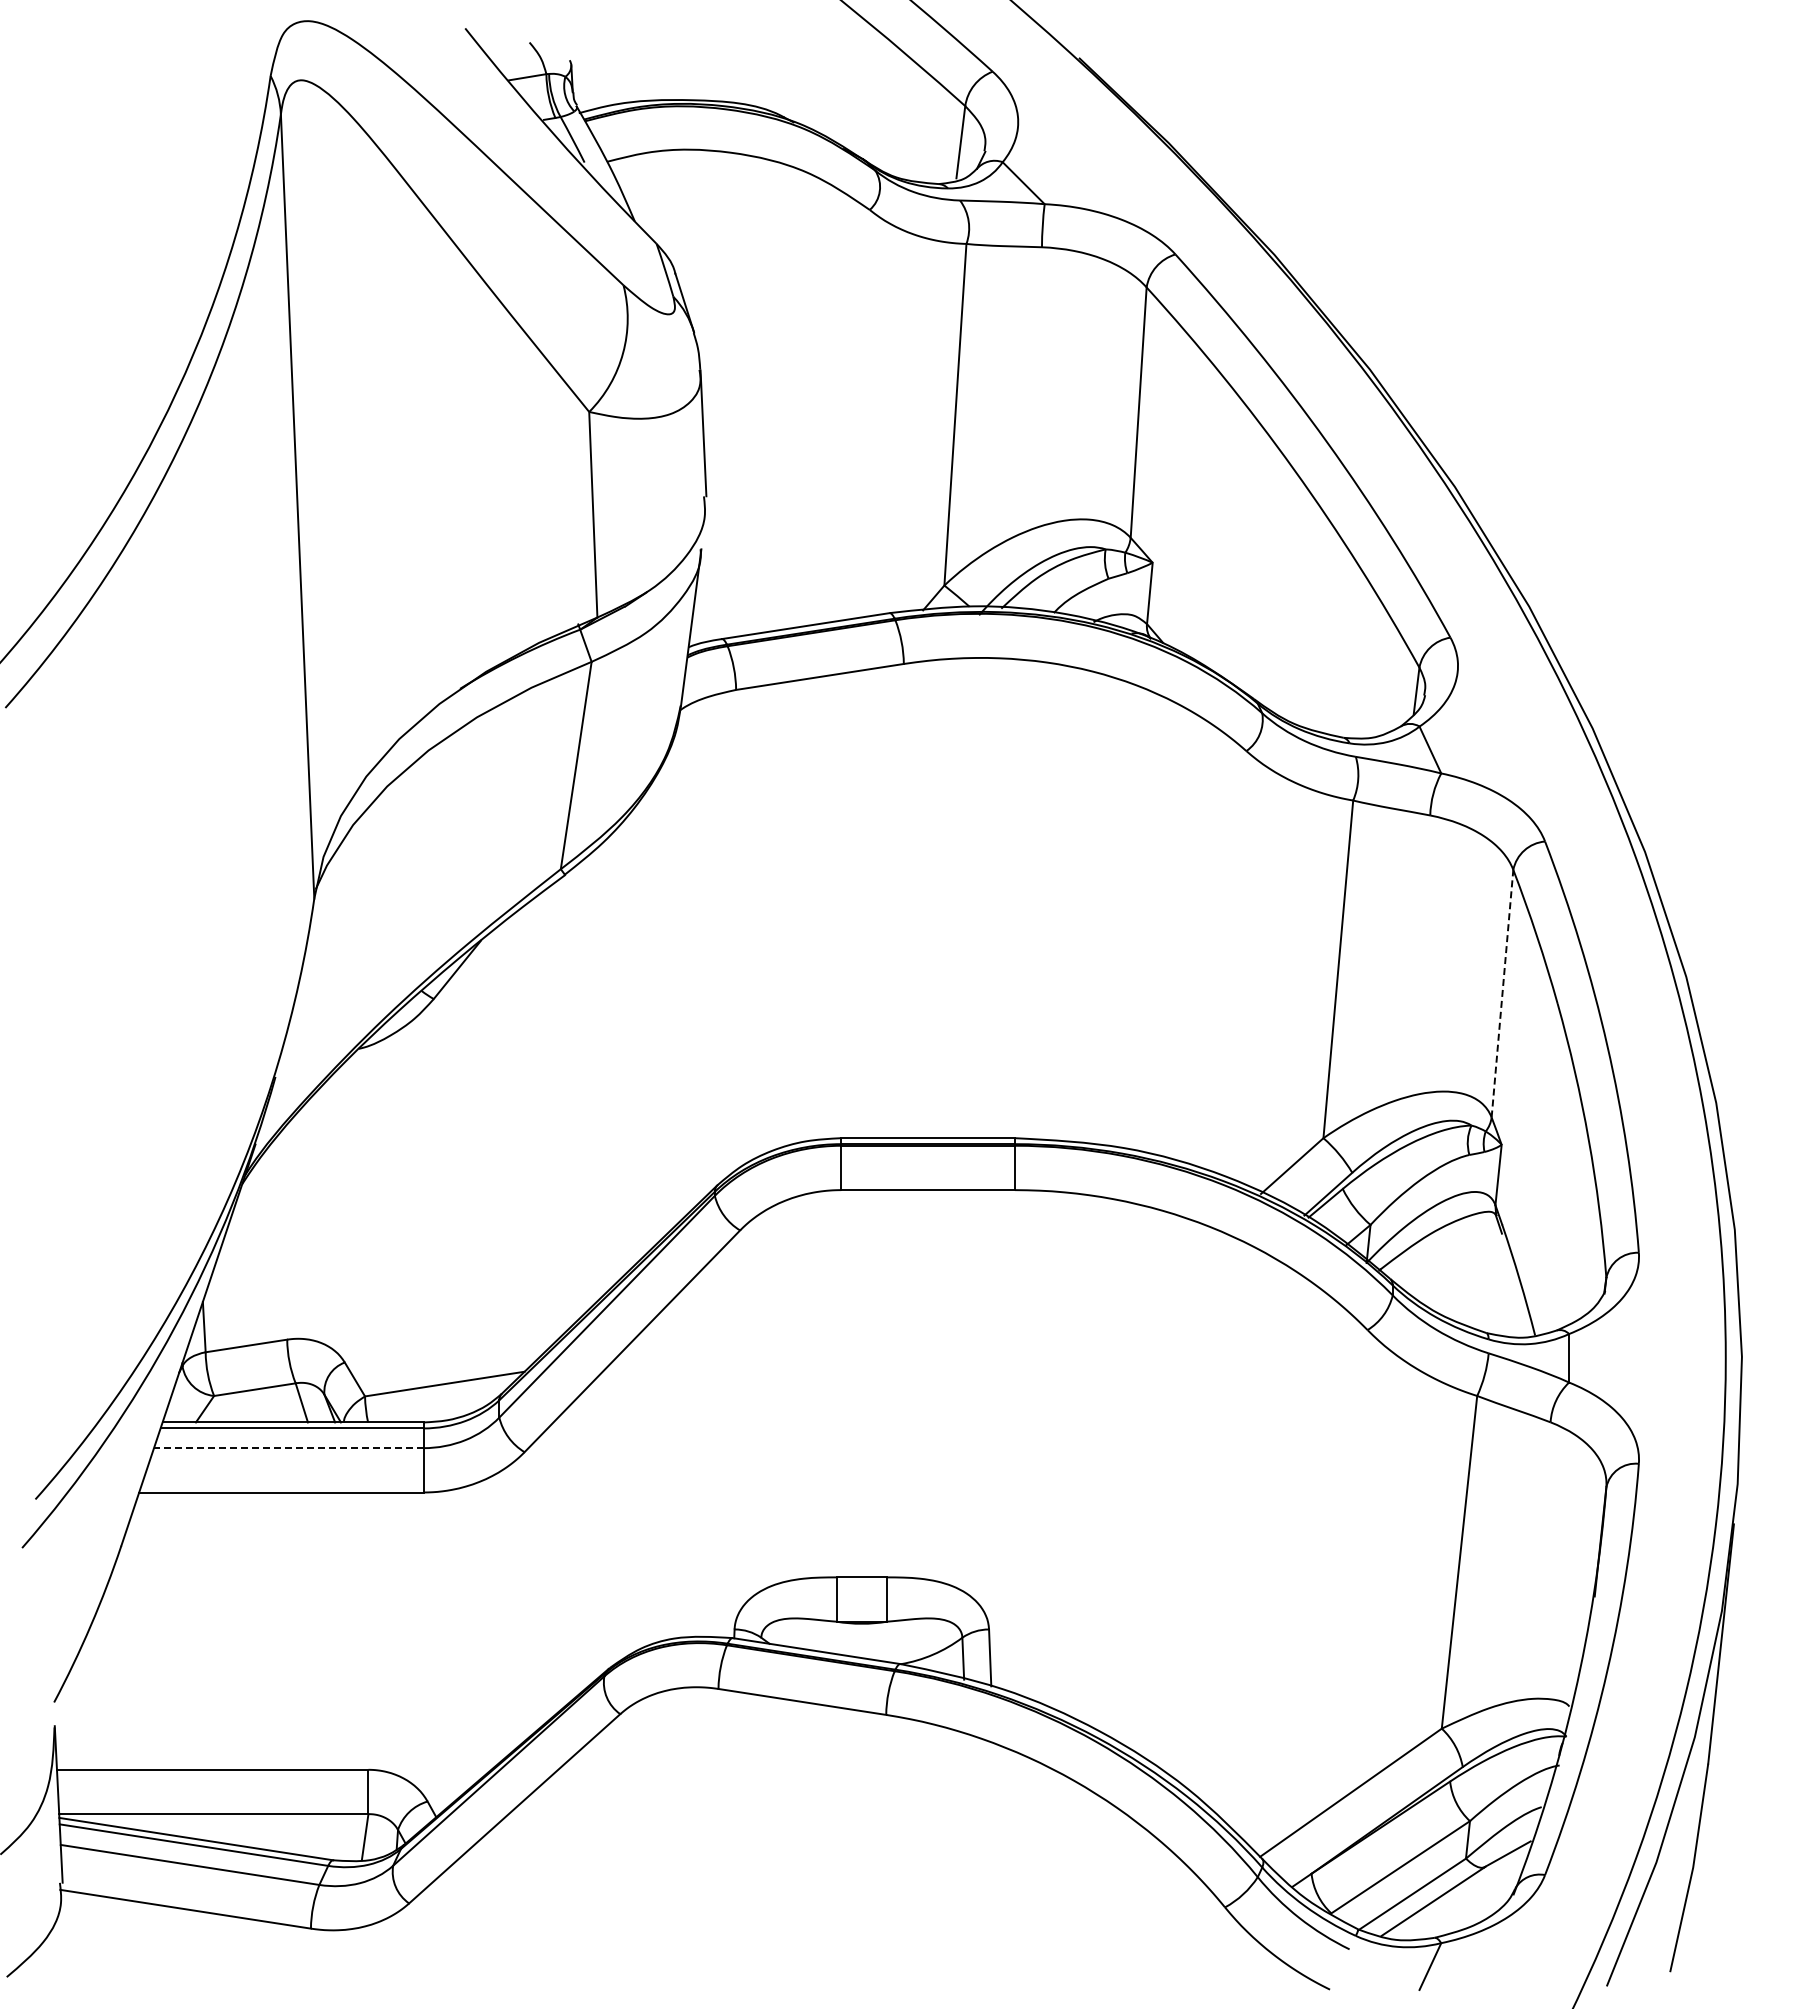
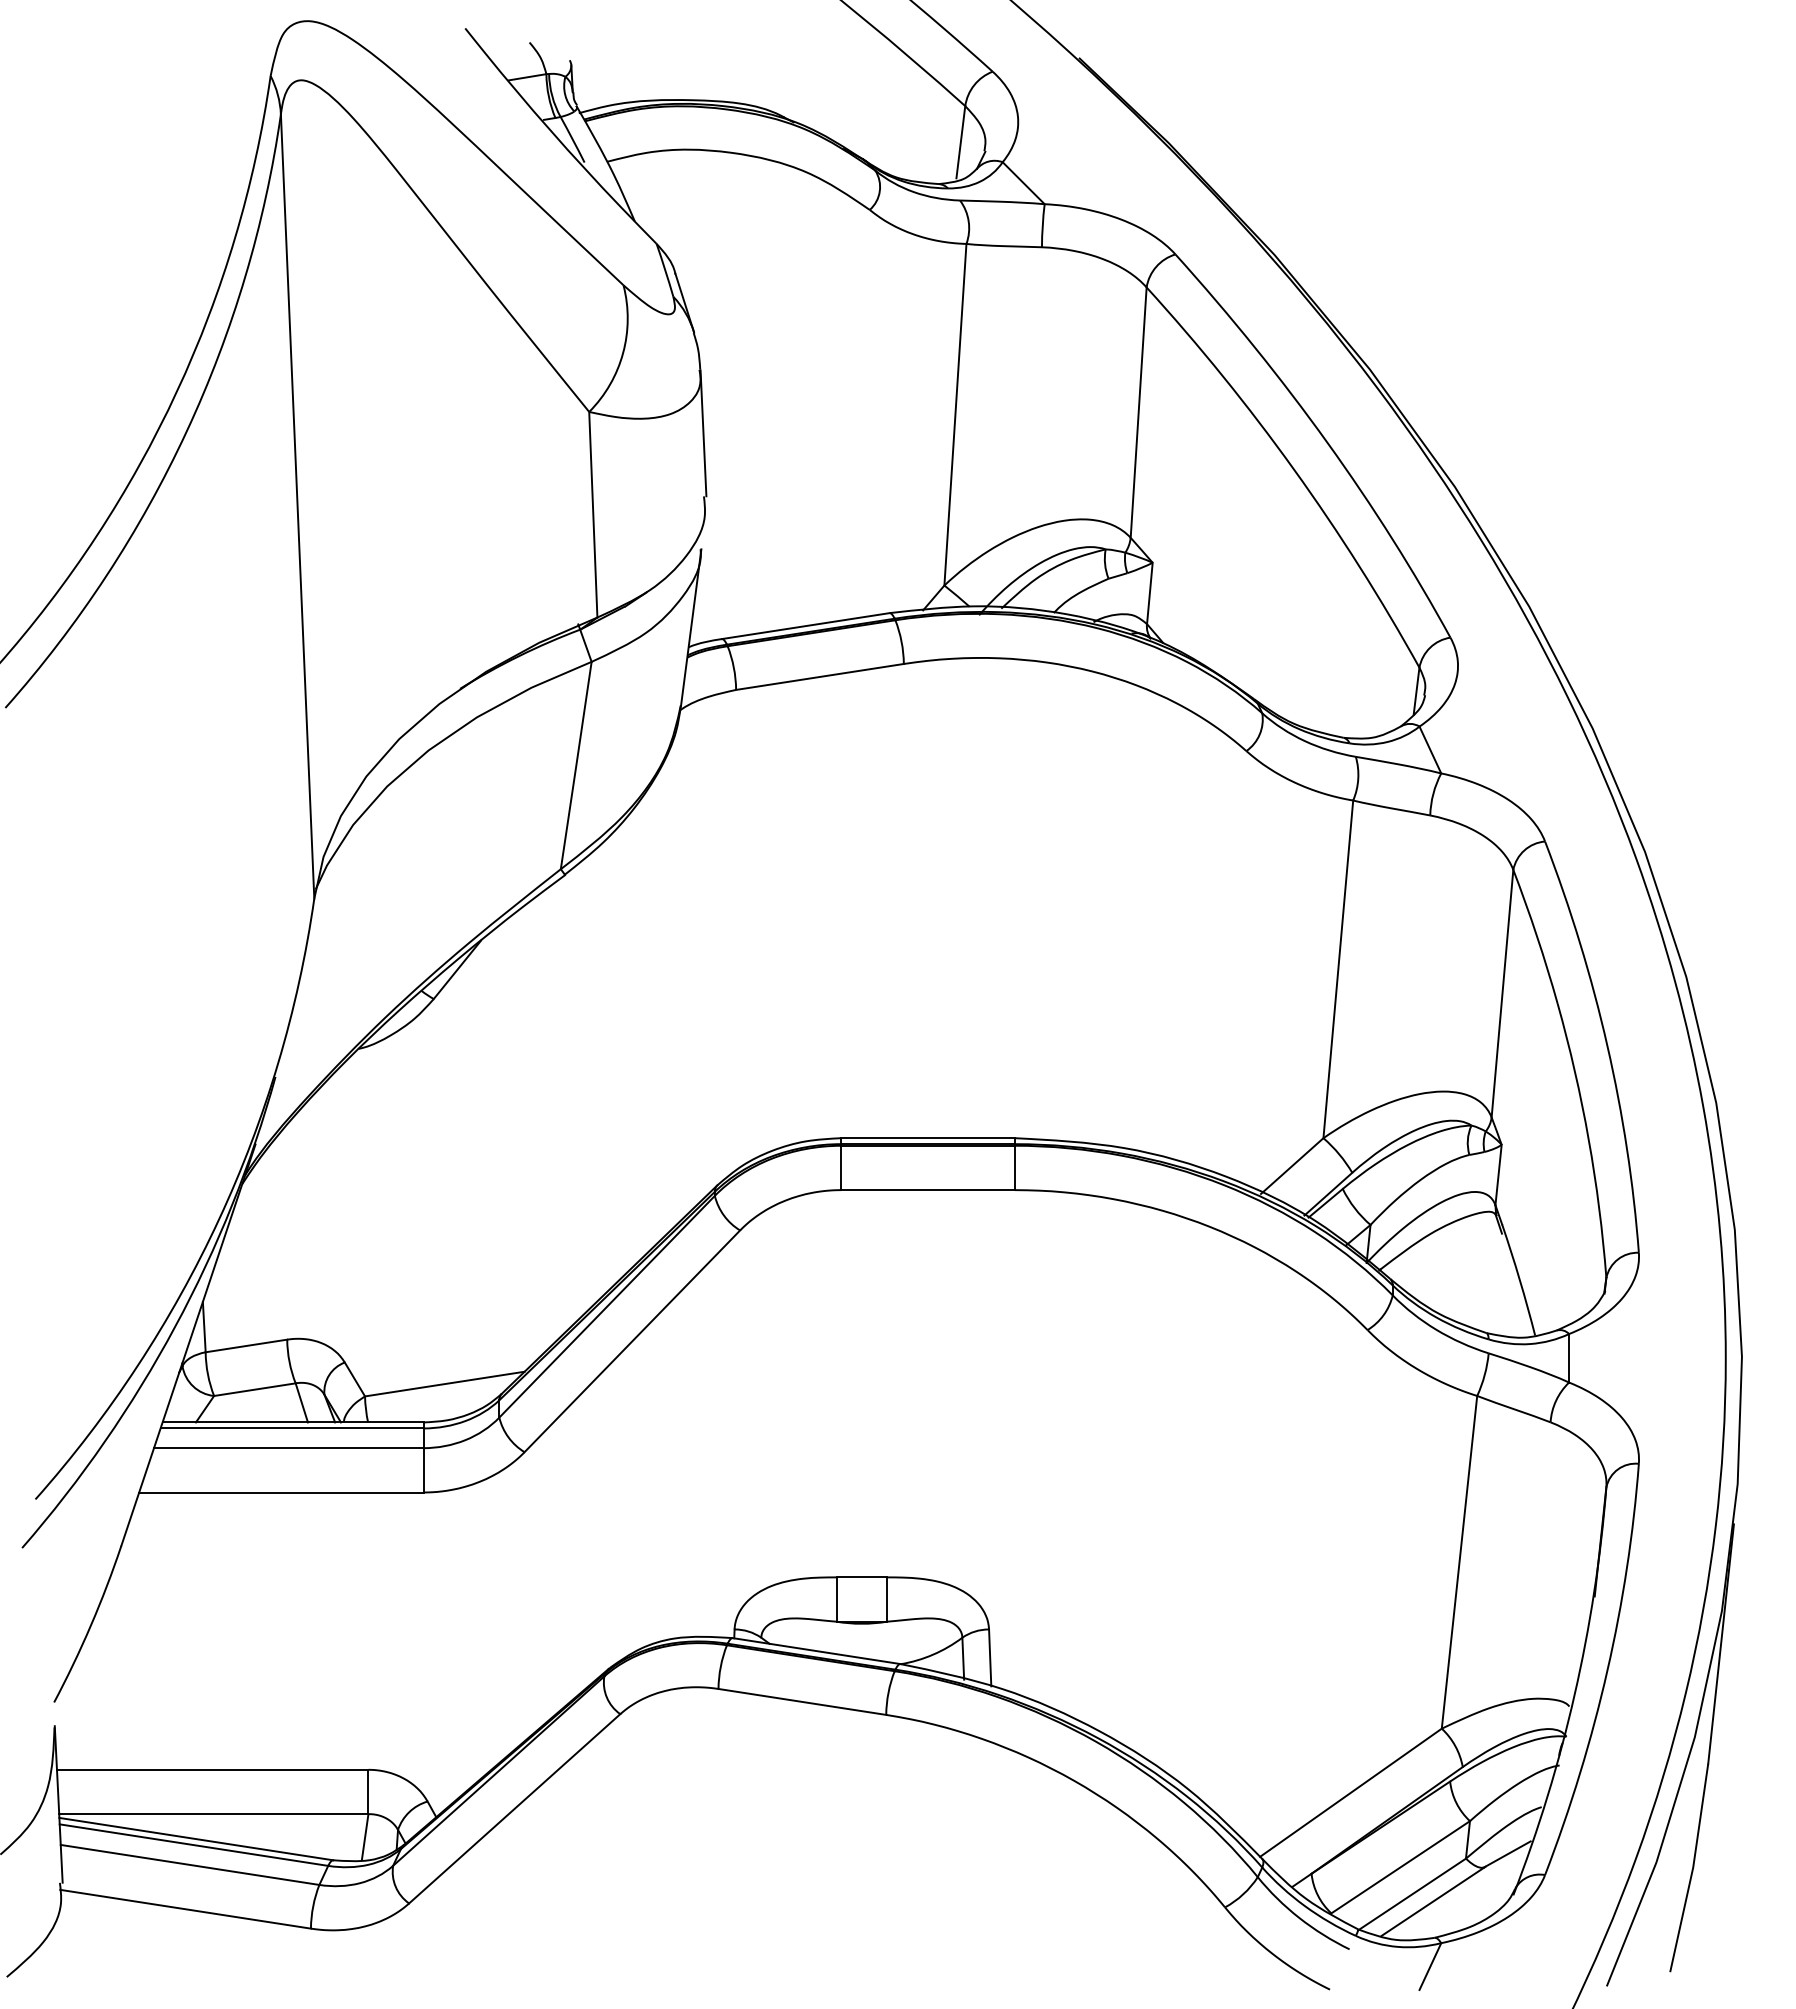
line at (1502, 993): dashed -> solid
line at (288, 1448): dashed -> solid
